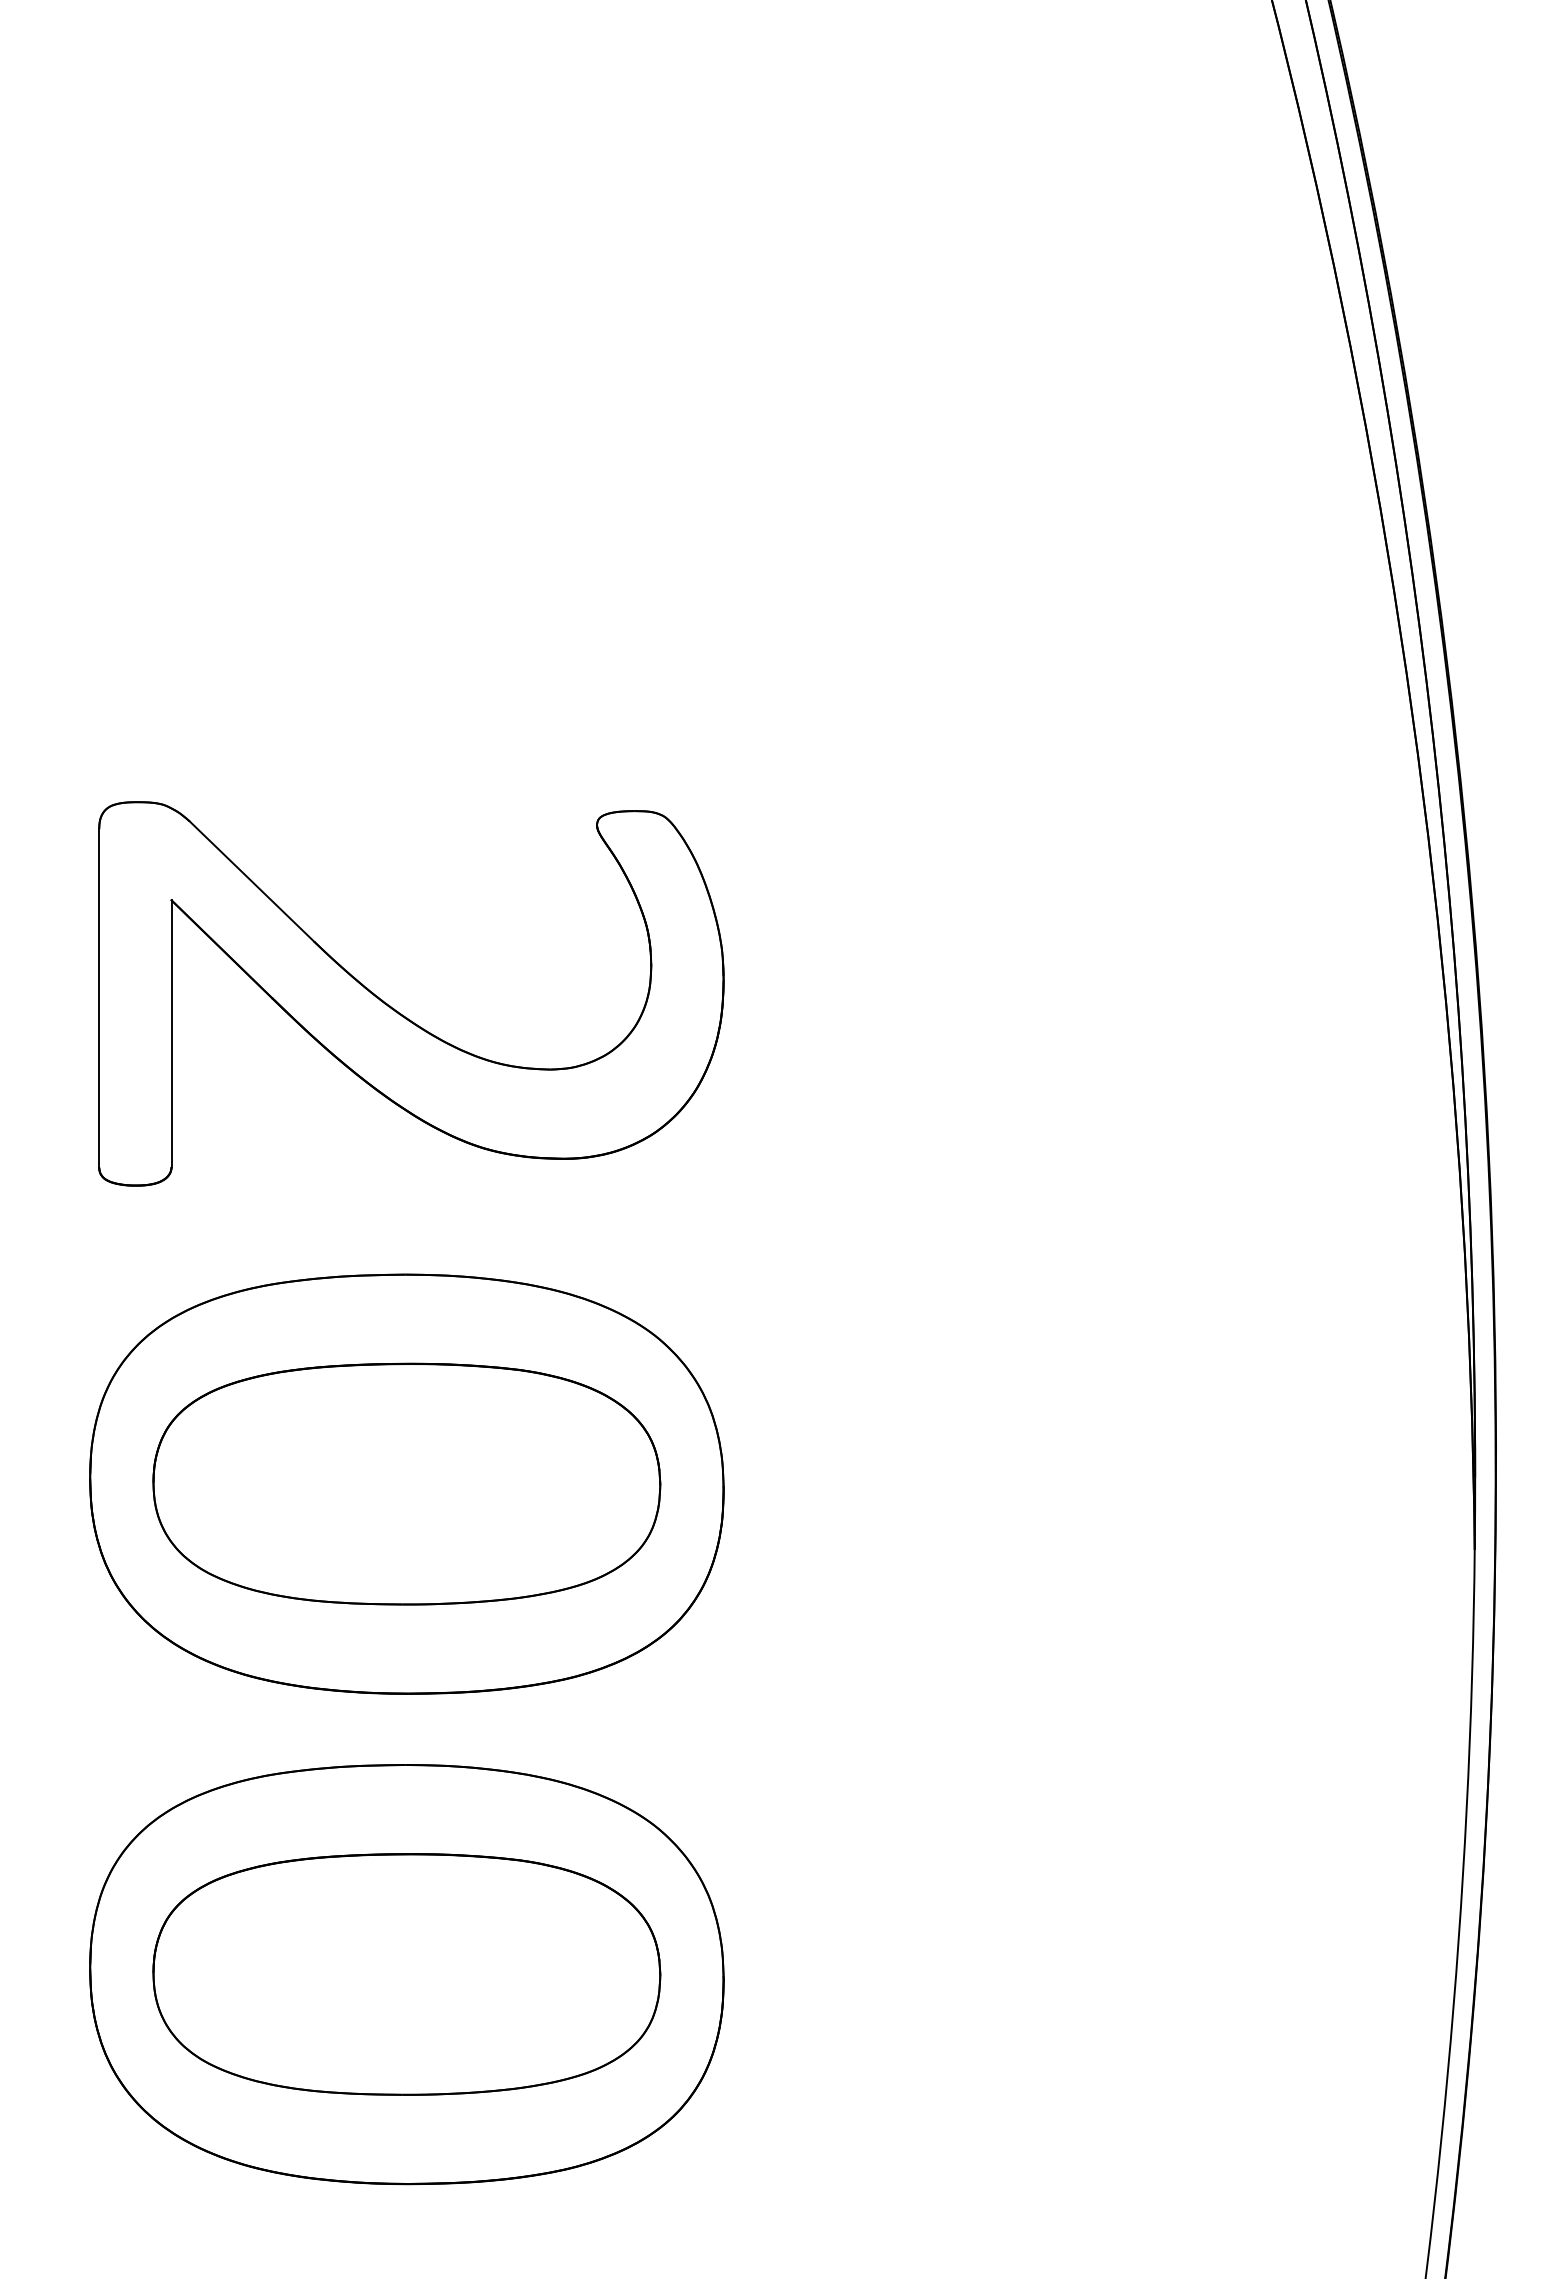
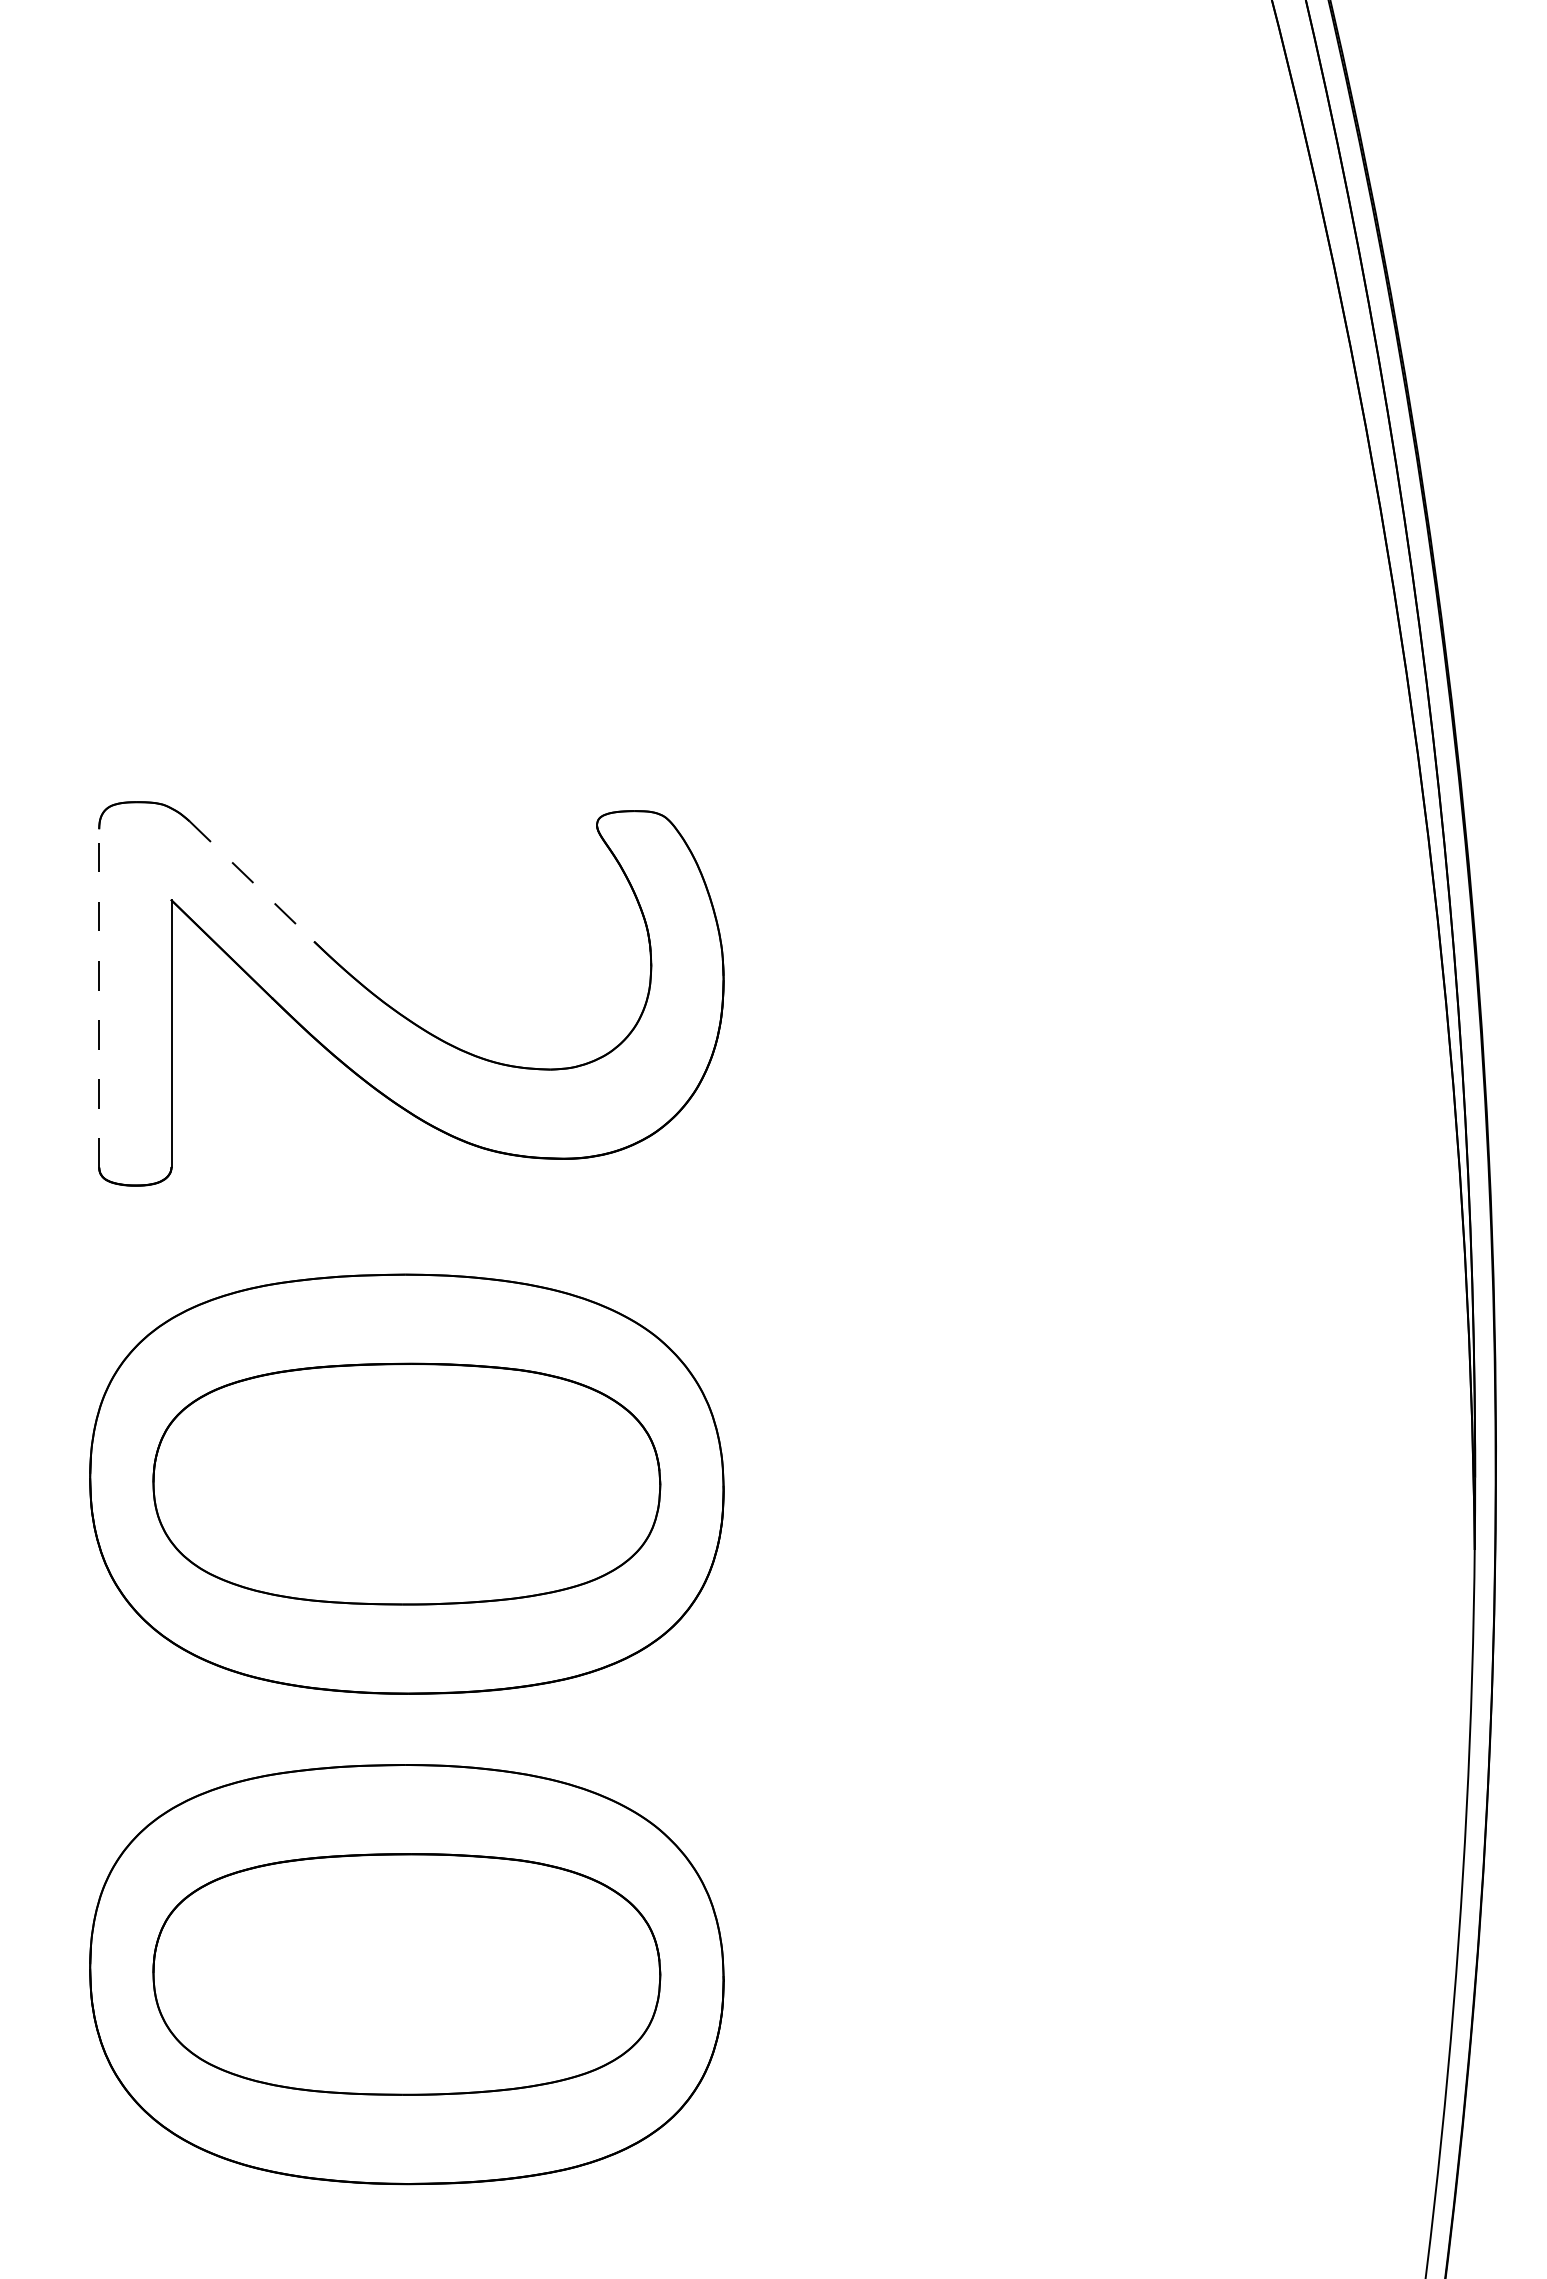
line at (251, 881): solid -> dashed
line at (99, 998): solid -> dashed
